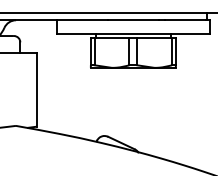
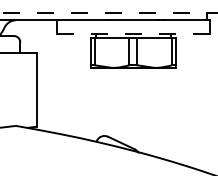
line at (108, 13): solid -> dashed
line at (133, 33): solid -> dashed
